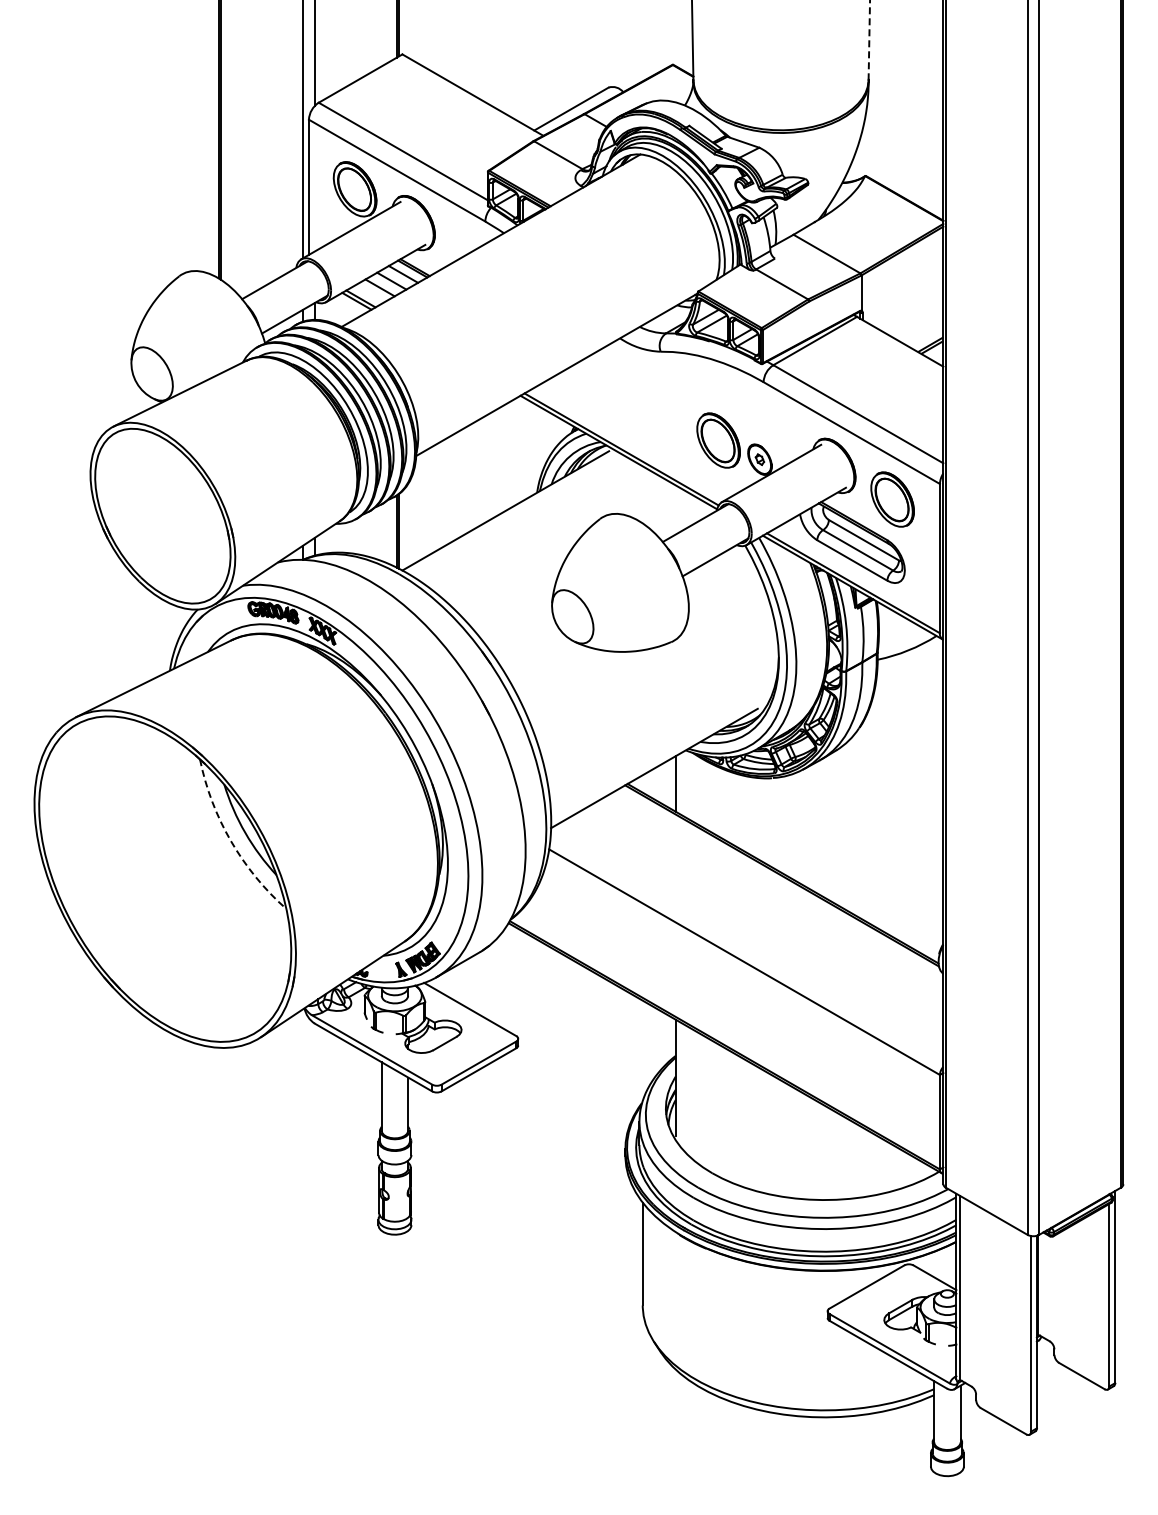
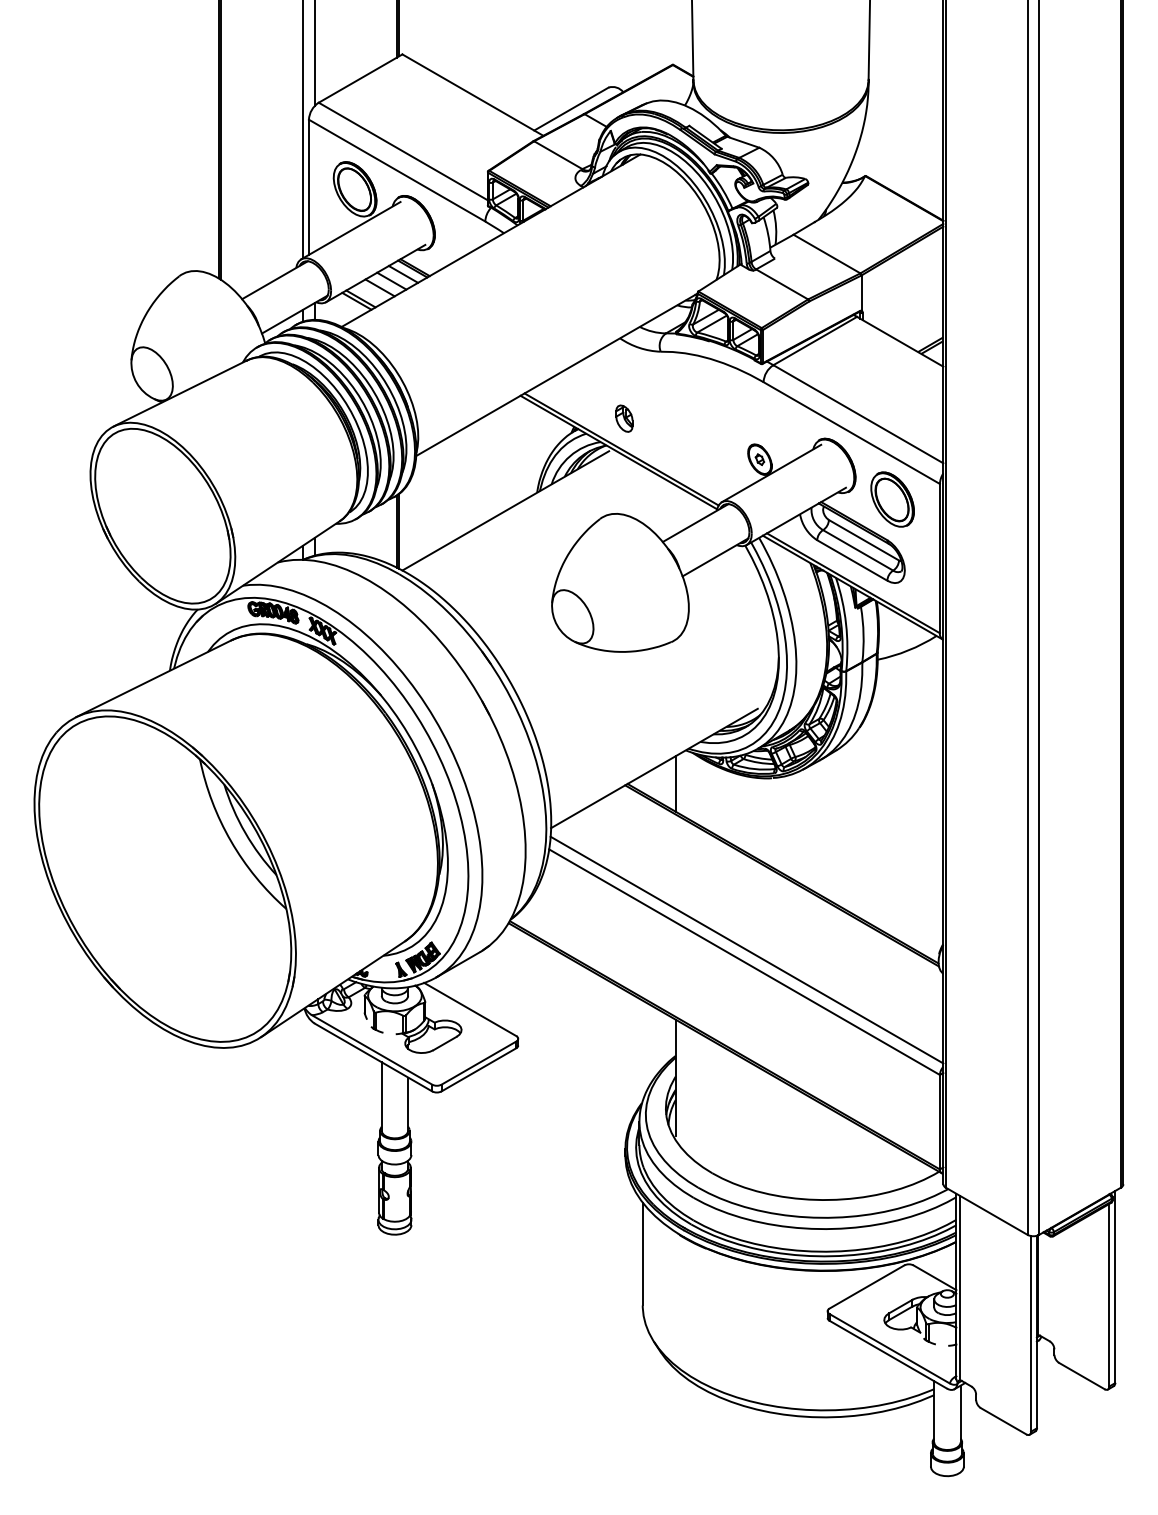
line at (869, 40): dashed -> solid
part at (624, 418): none -> present
part at (718, 440): present -> none
arc at (231, 841): dashed -> solid
line at (746, 949): none -> present
